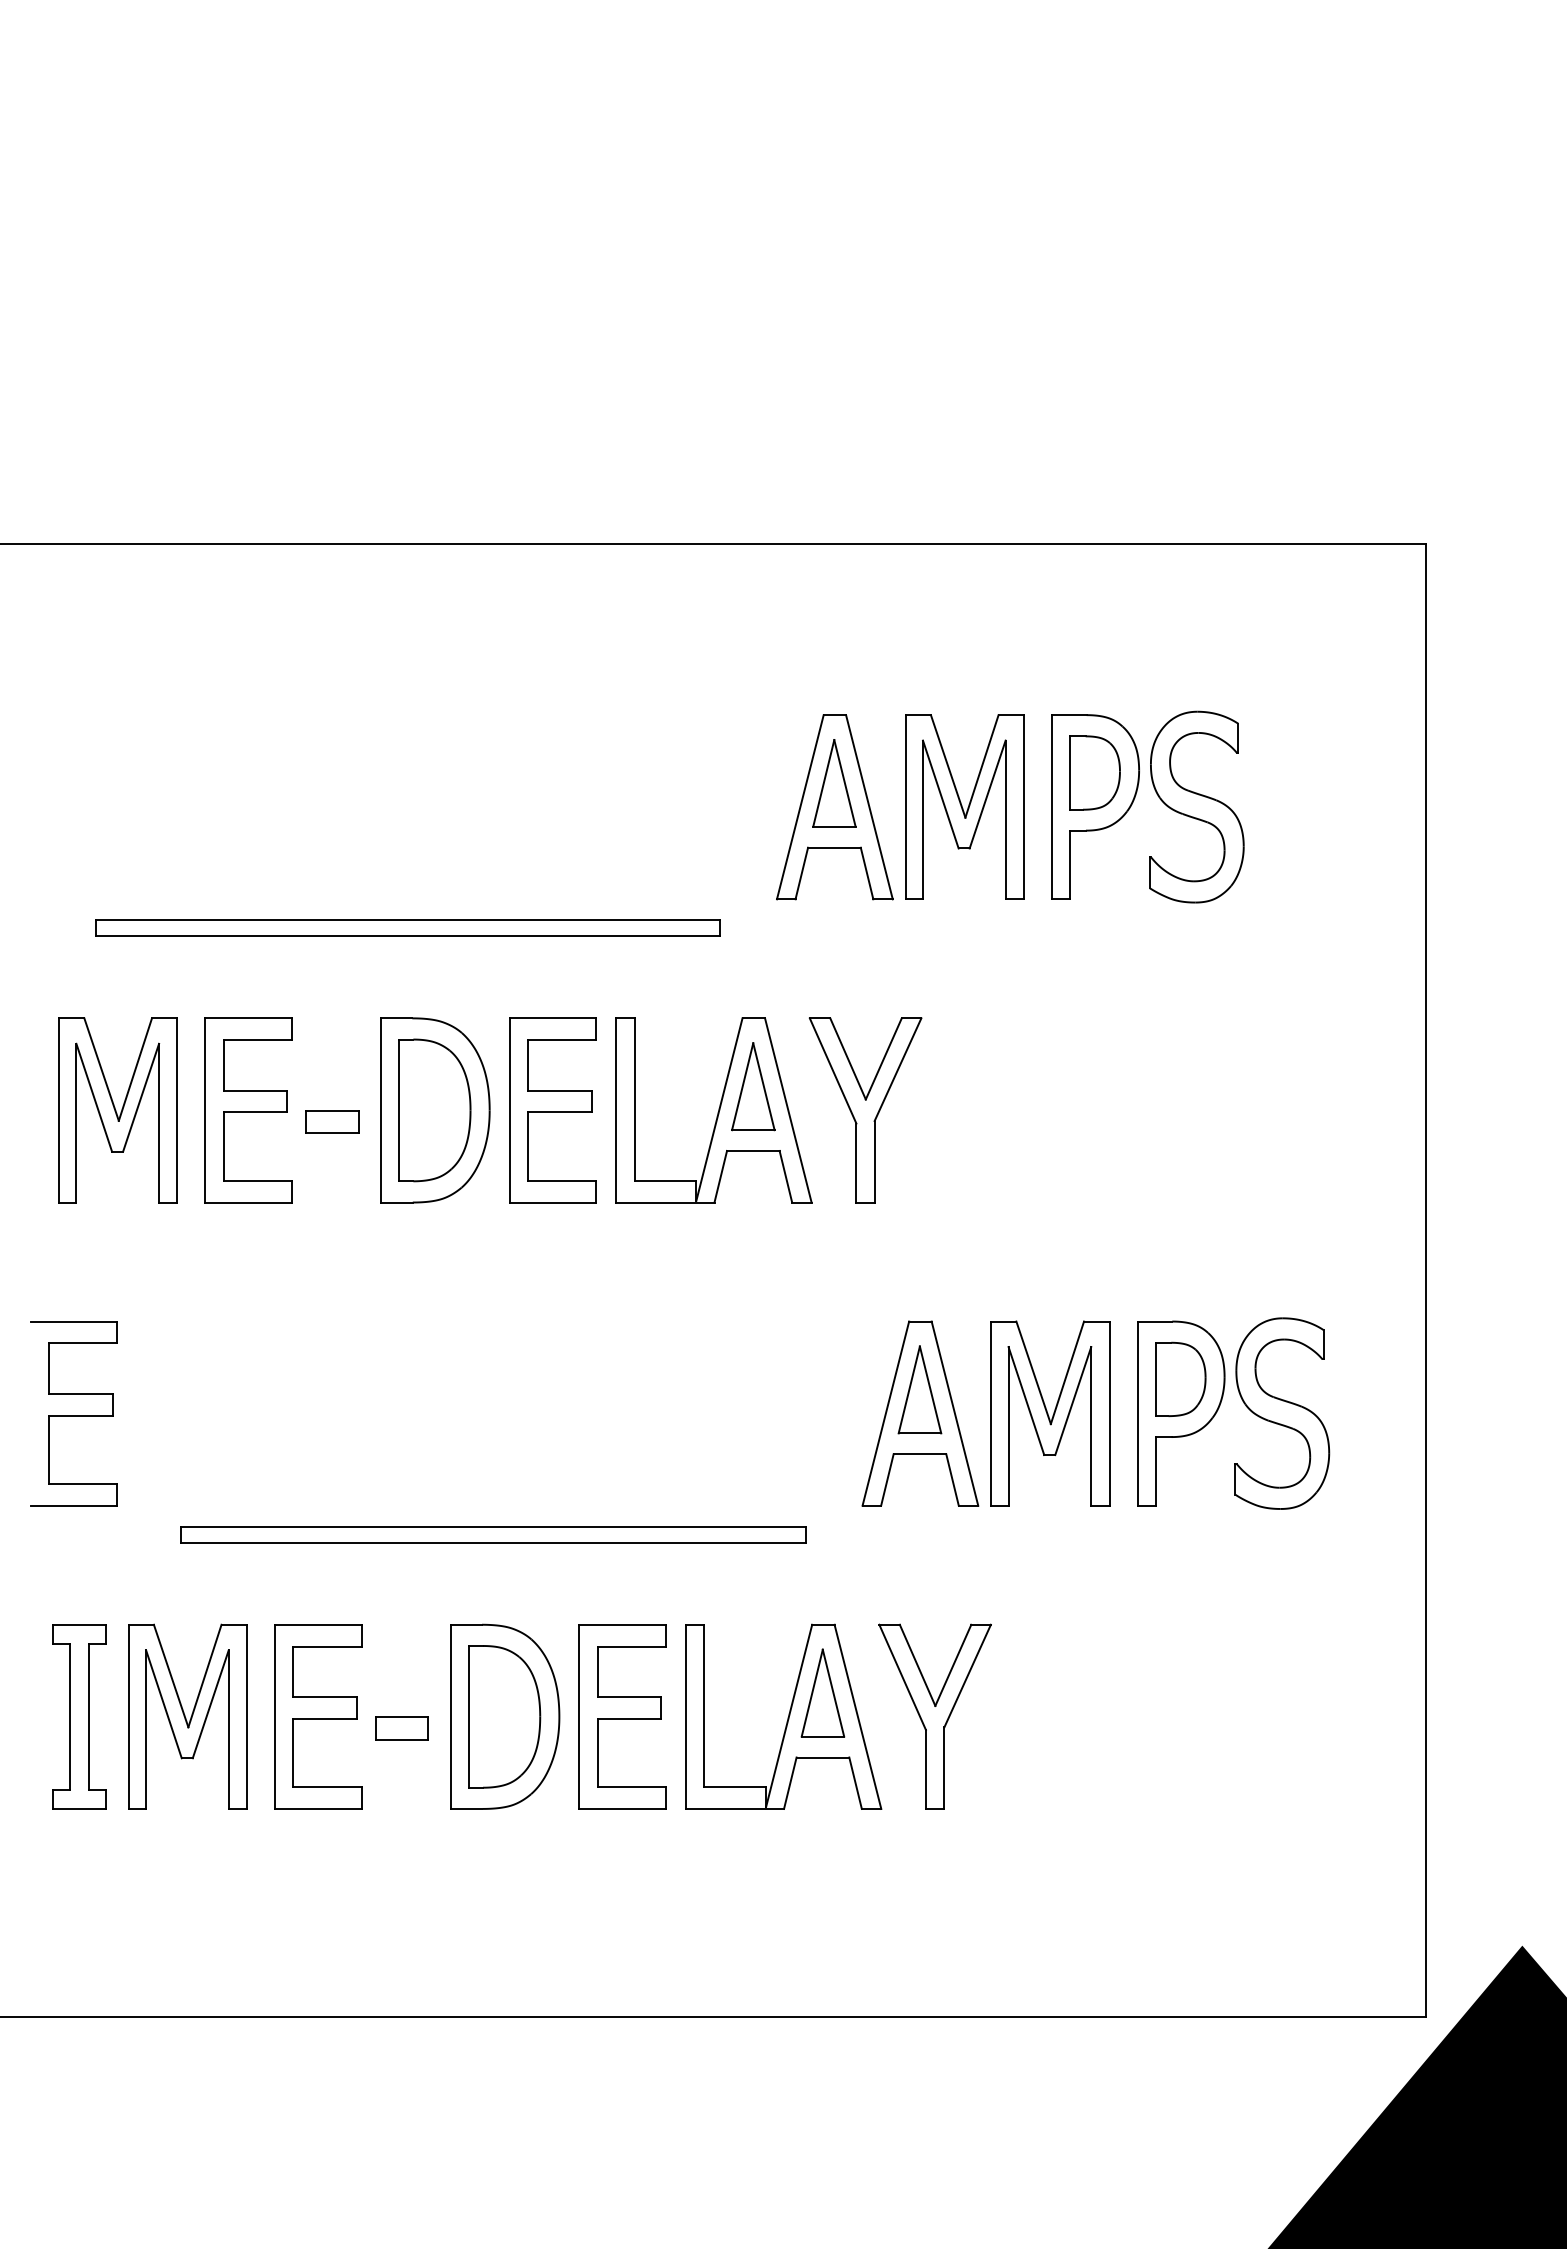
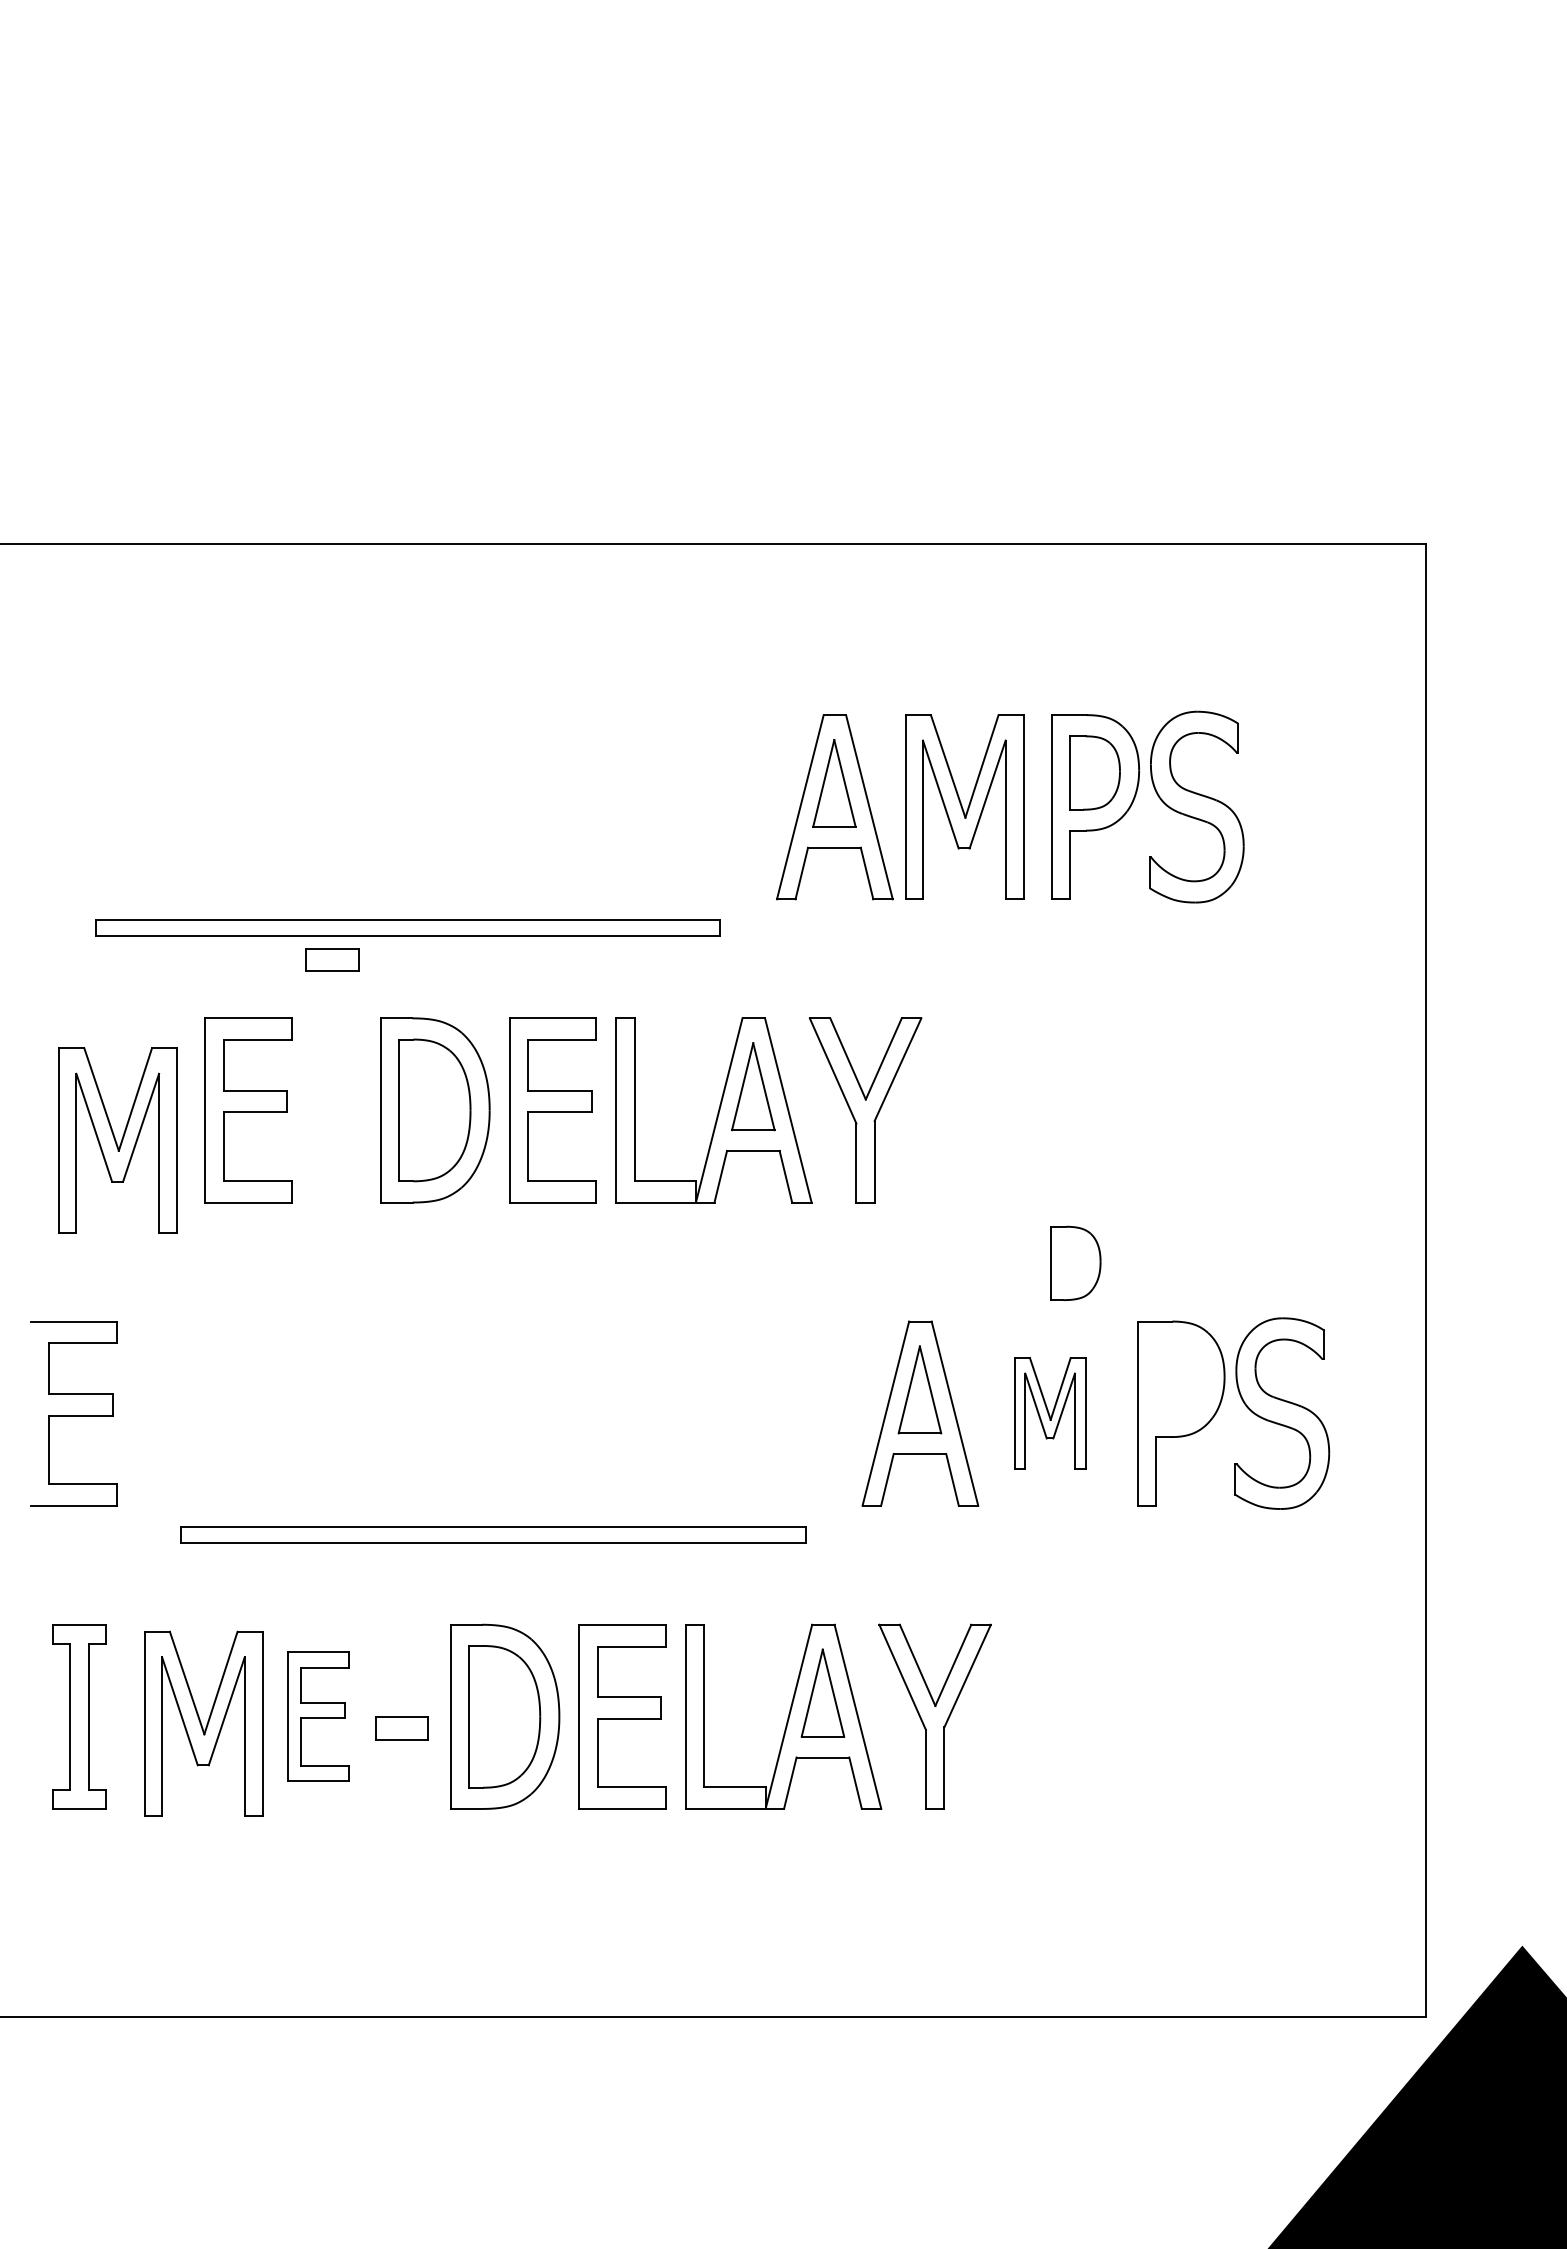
part at (117, 1110) position: (117, 1110) -> (117, 1140)
part at (332, 1121) position: (332, 1121) -> (332, 959)
part at (1180, 1378) position: (1180, 1378) -> (1075, 1262)
part at (1050, 1413) size: 121x187 px -> 73x113 px
part at (187, 1716) position: (187, 1716) -> (203, 1723)
part at (318, 1716) size: 89x186 px -> 63x131 px
